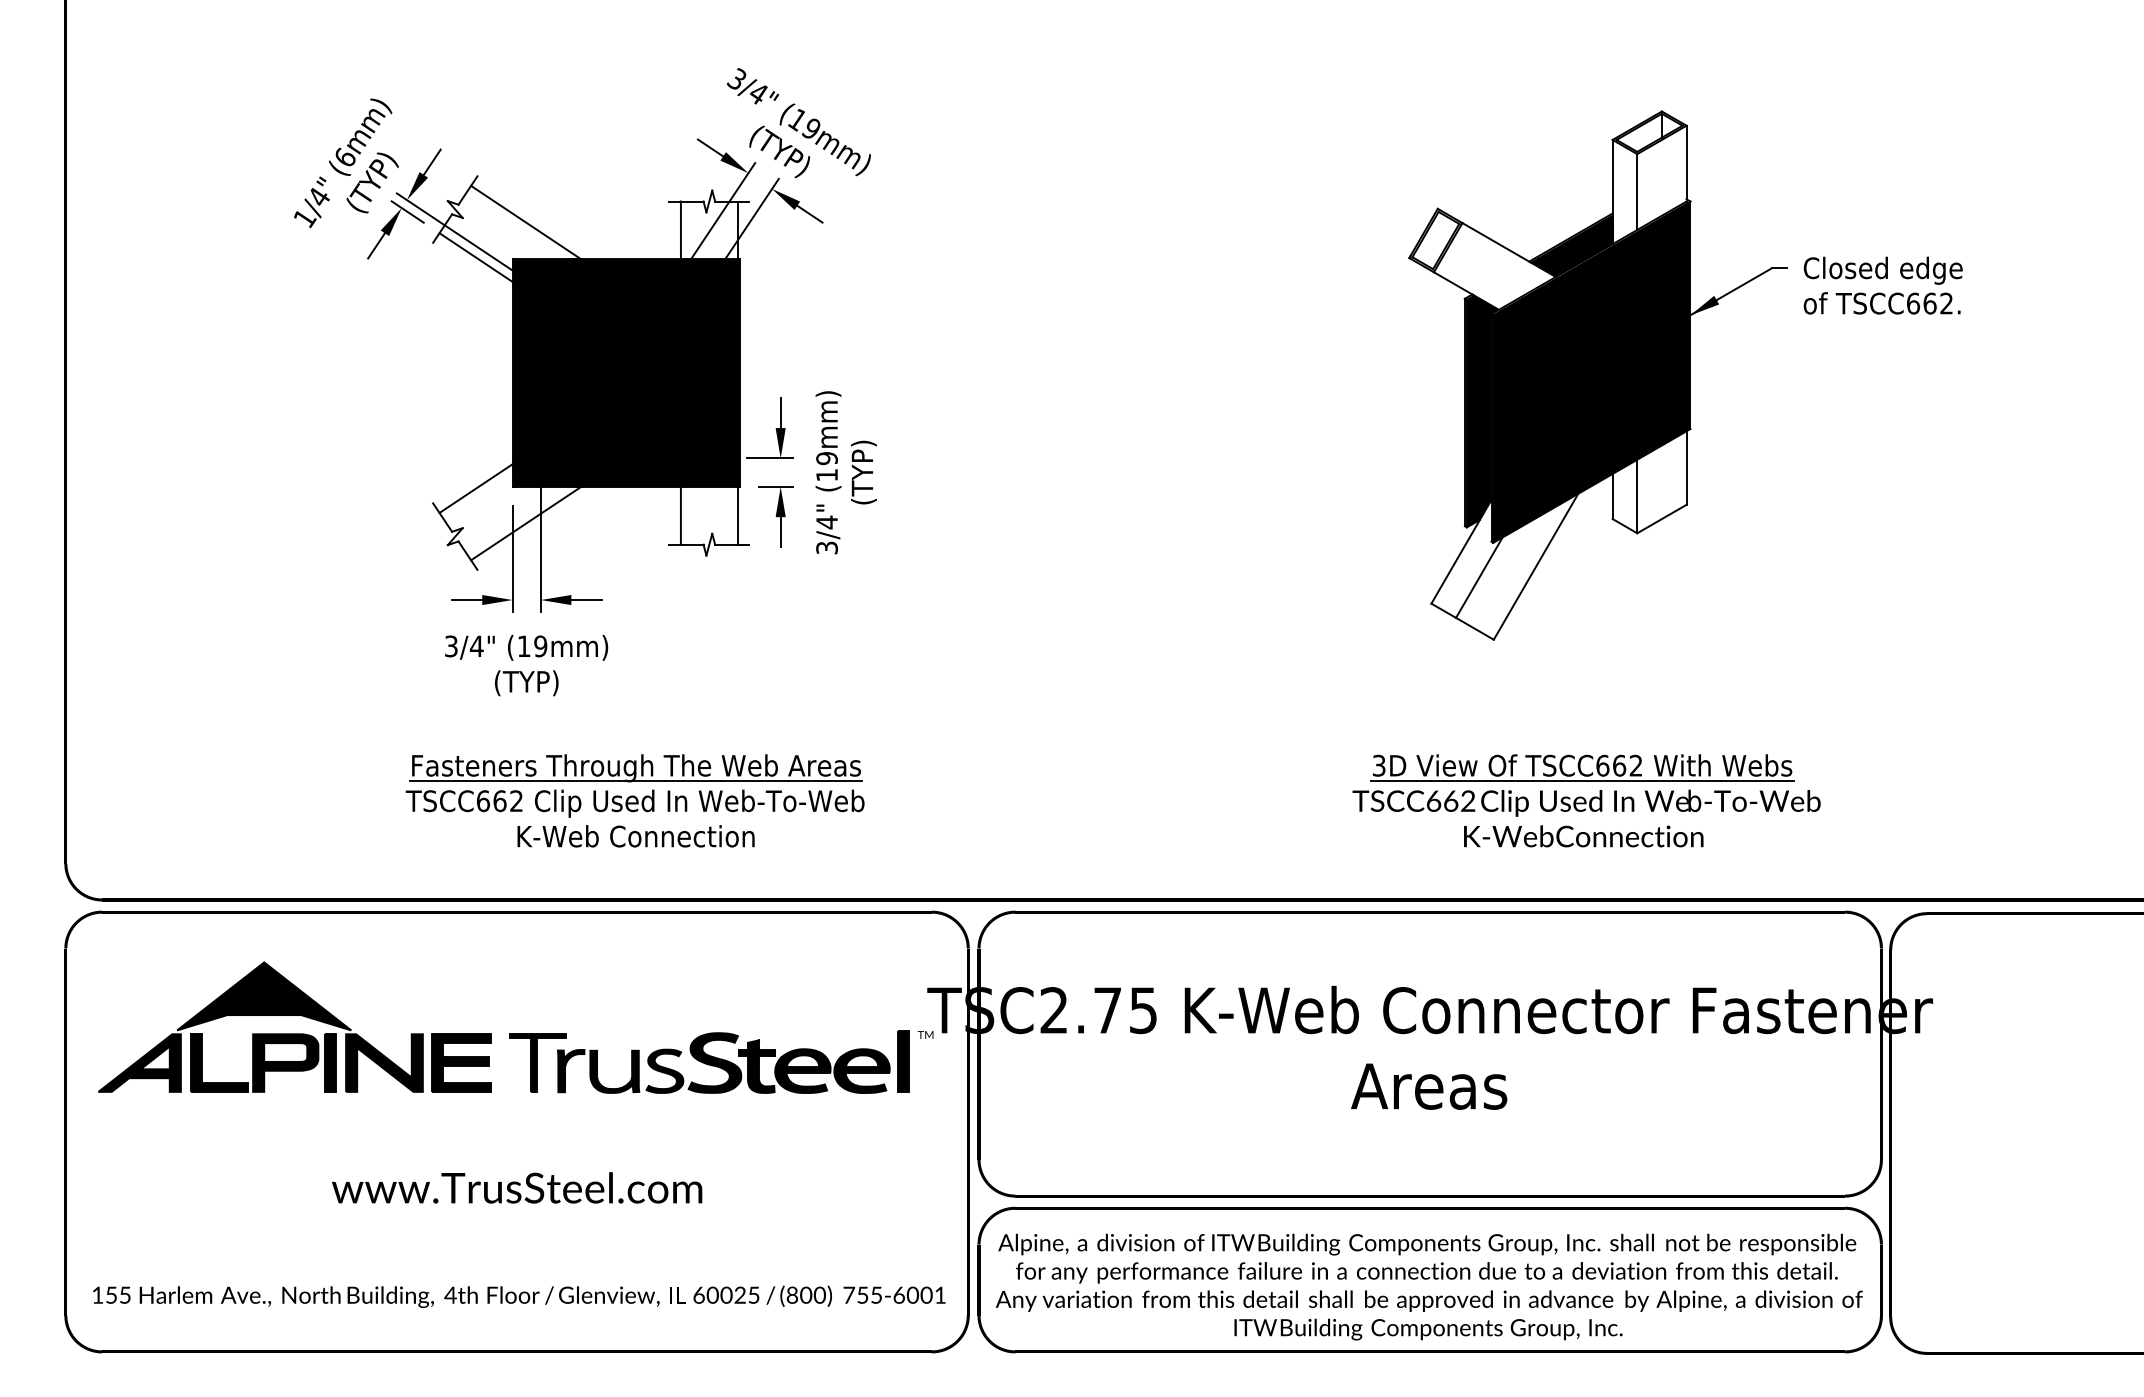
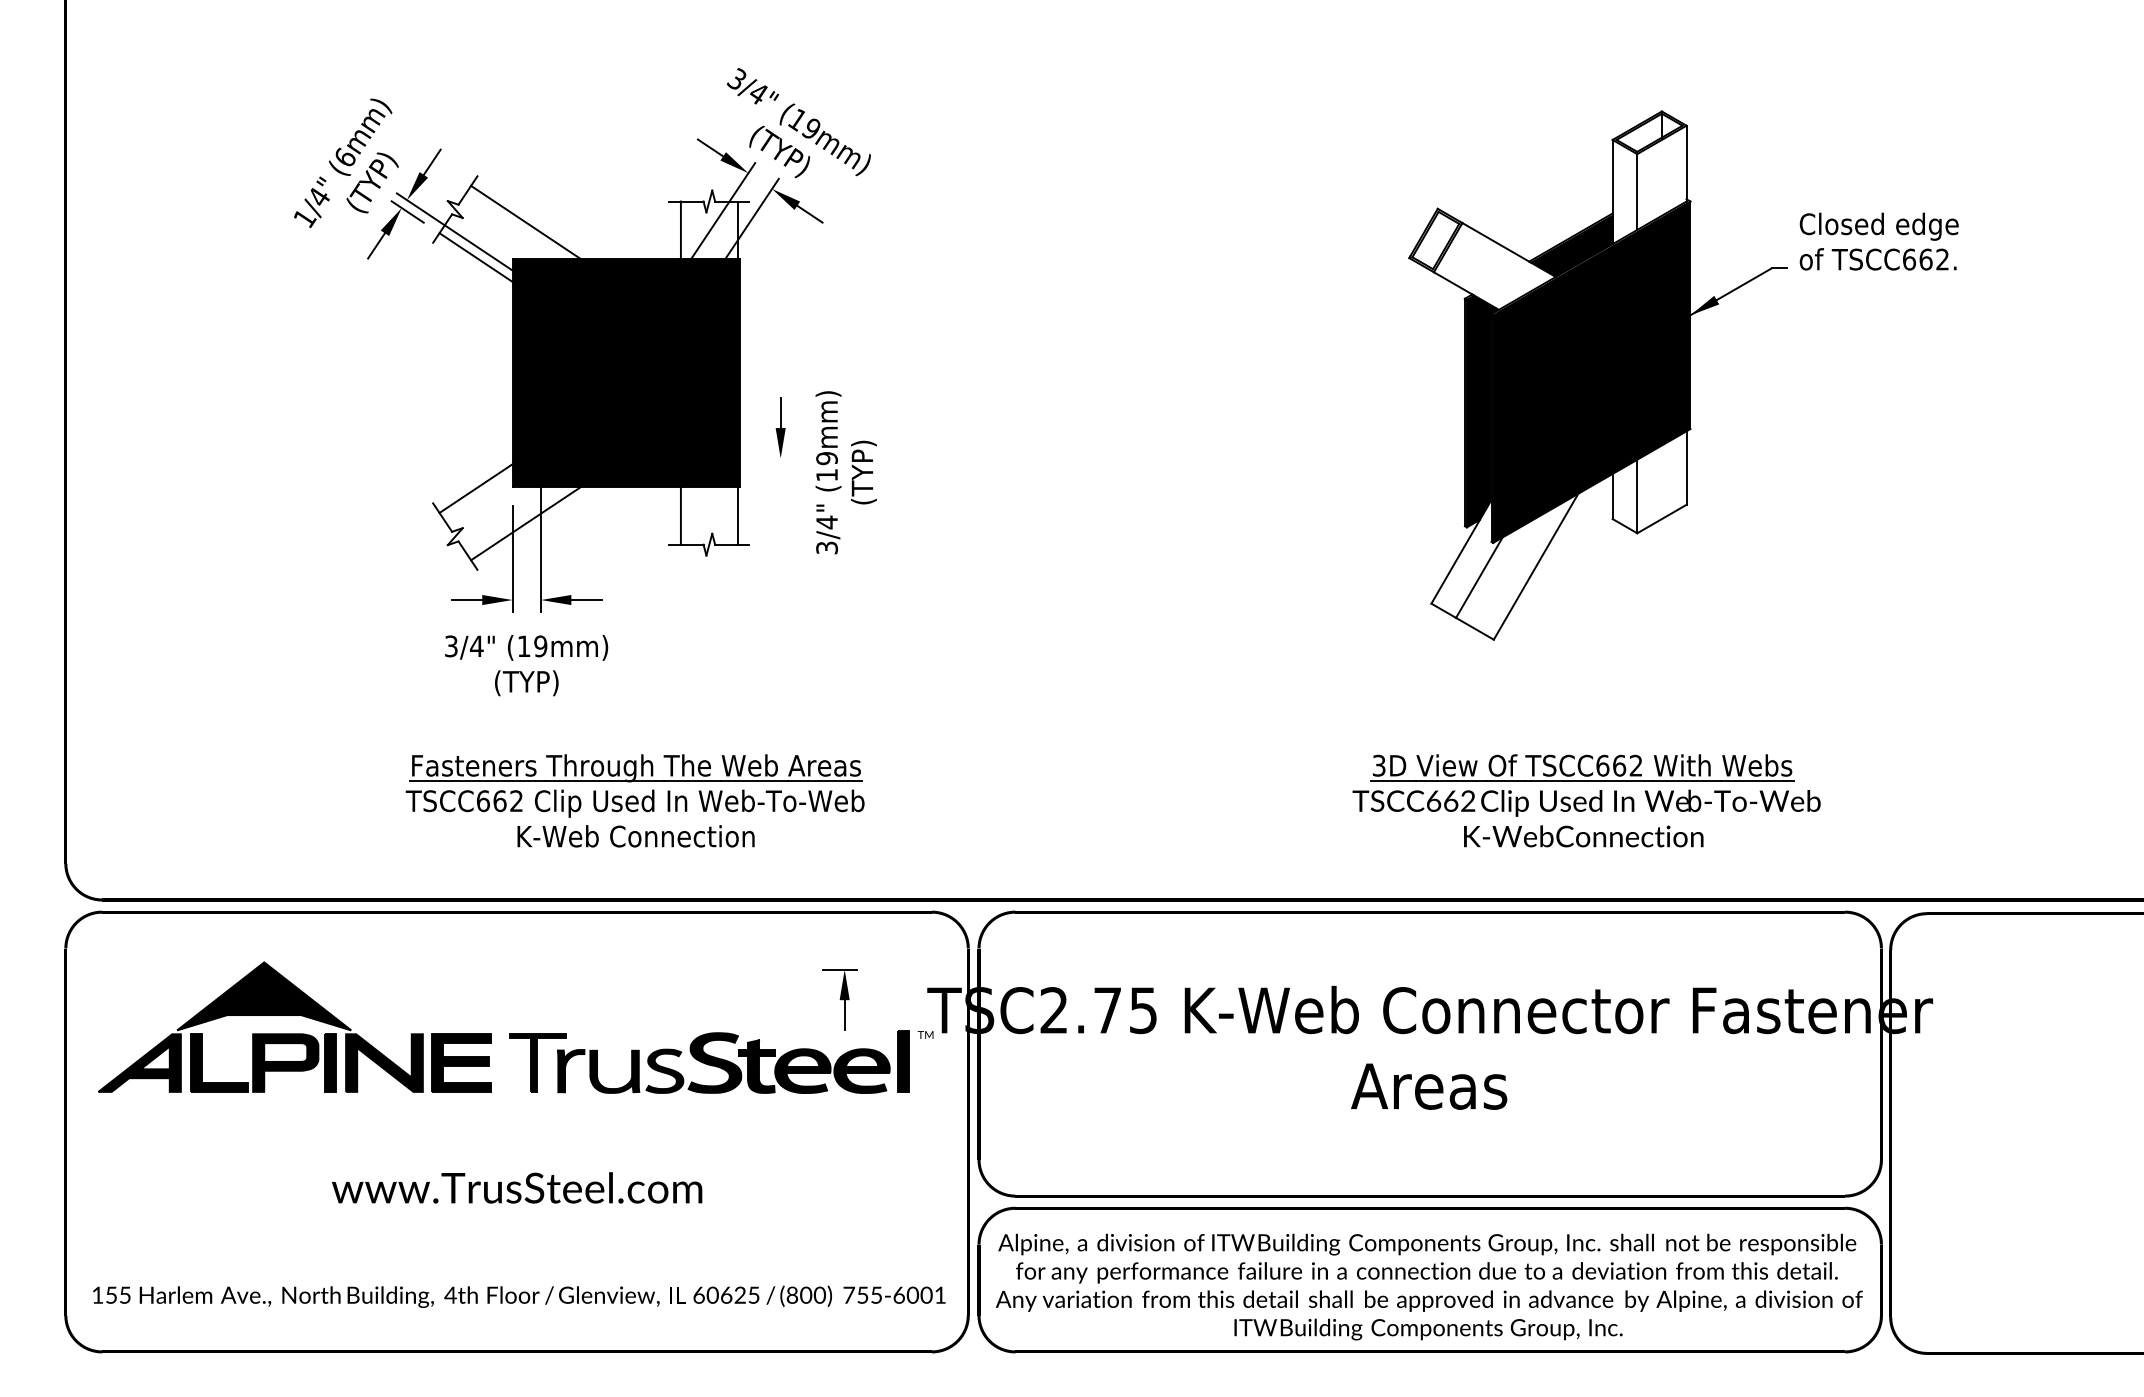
text at (1882, 285) position: (1882, 285) -> (1878, 241)
line at (769, 458): present -> none
part at (775, 516) position: (775, 516) -> (839, 999)
text at (726, 1294): 60025 -> 60625
